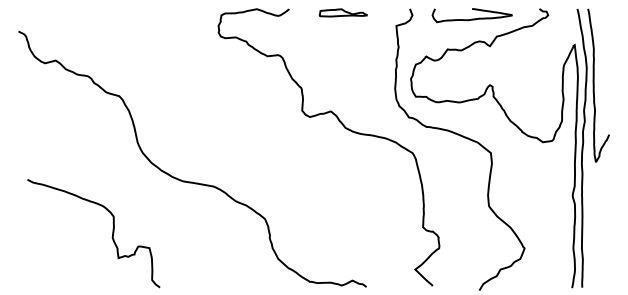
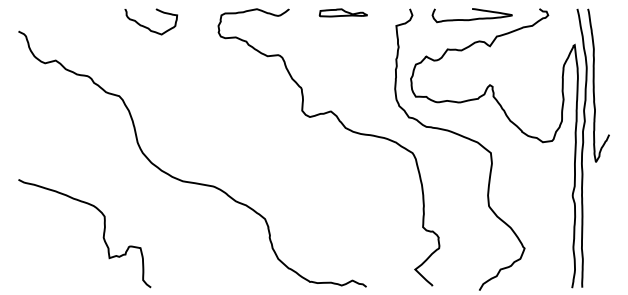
curve at (148, 27): none -> present
curve at (111, 237) position: (111, 237) -> (102, 237)
